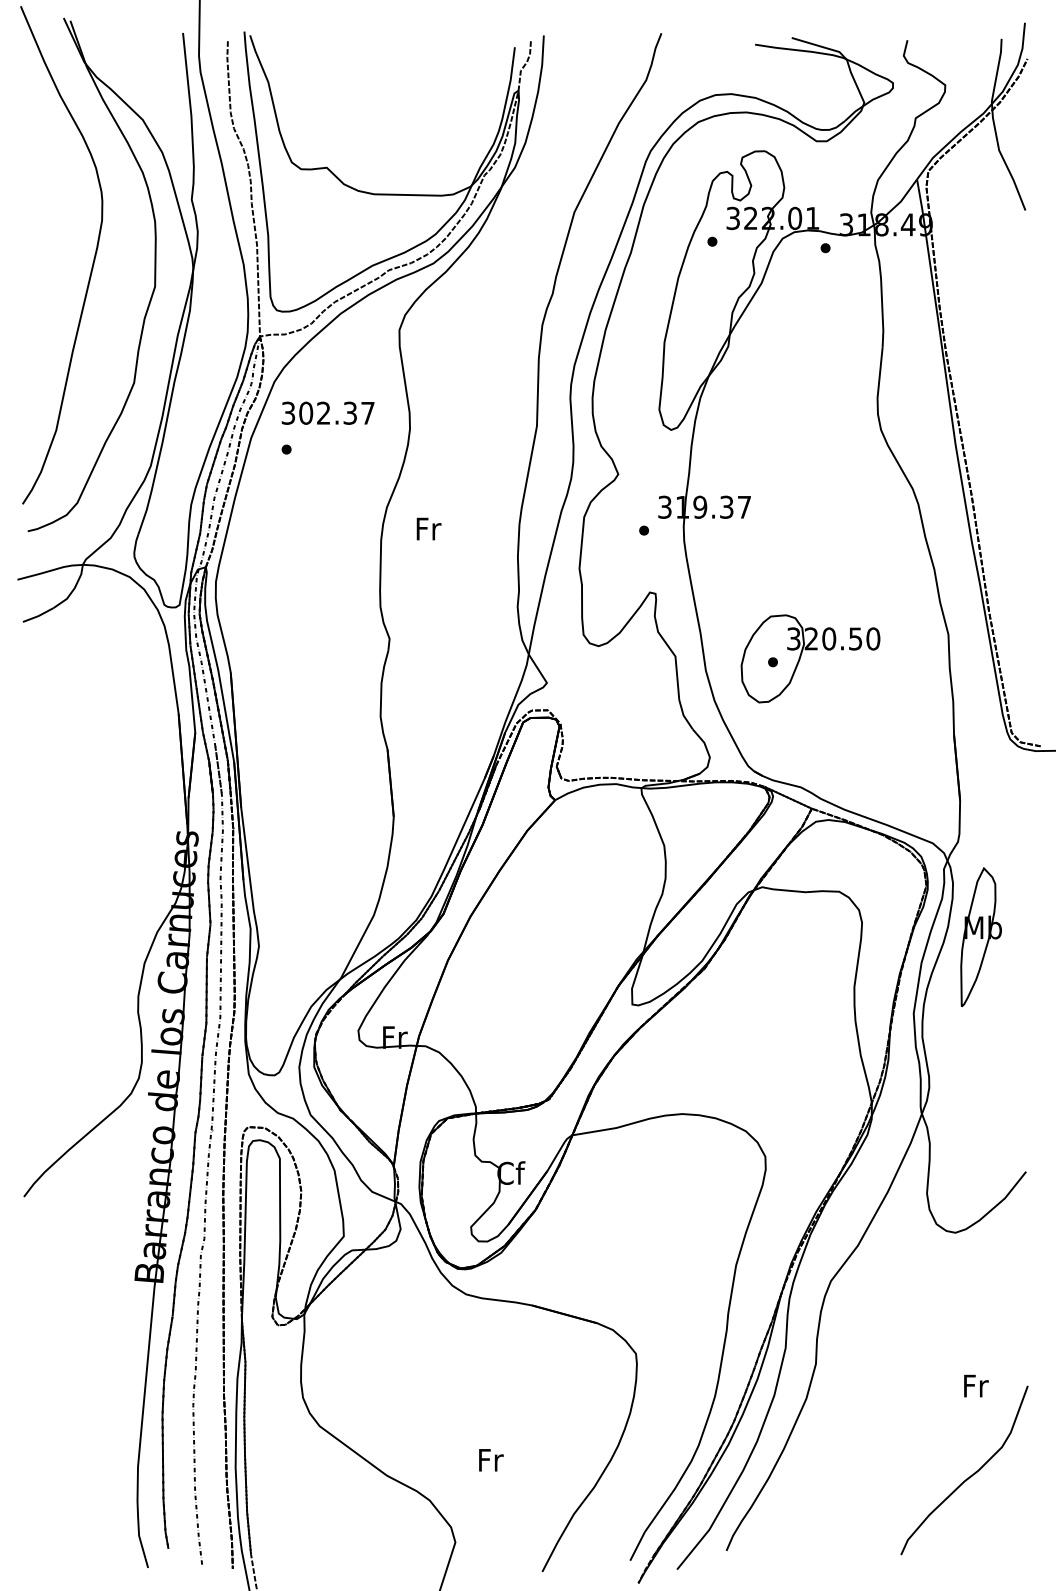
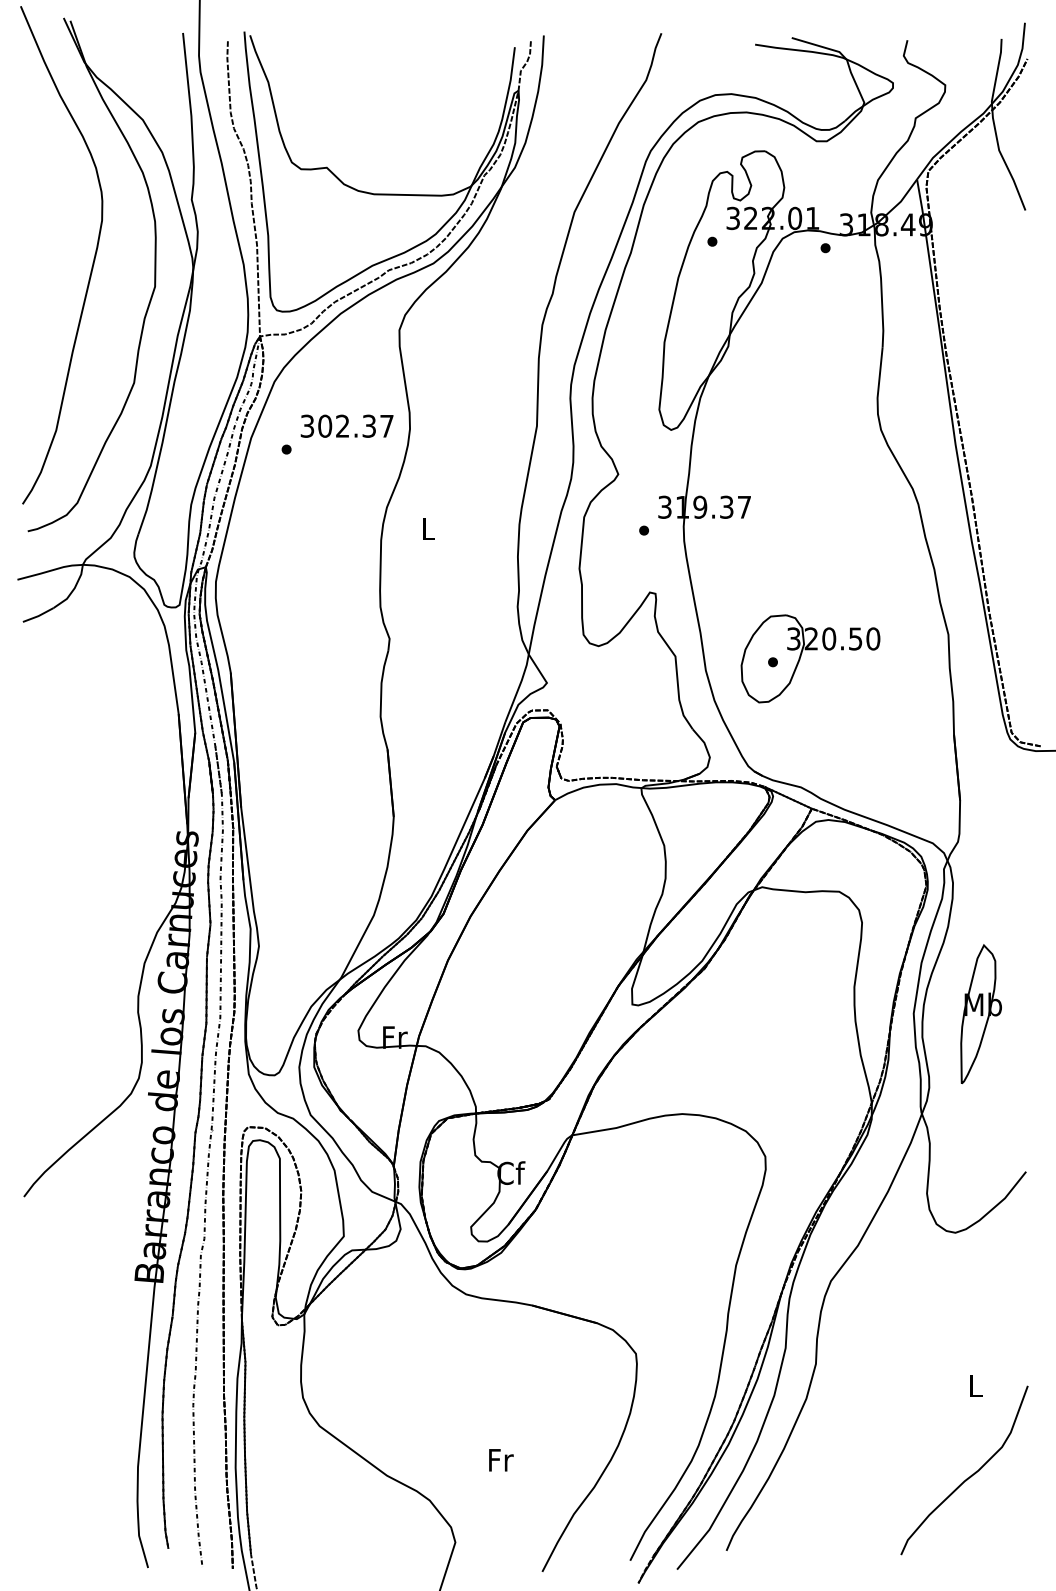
text at (327, 412) position: (327, 412) -> (346, 425)
text at (428, 528): Fr -> L
part at (980, 937) position: (980, 937) -> (980, 1014)
text at (976, 1385): Fr -> L
text at (491, 1460) position: (491, 1460) -> (501, 1460)
